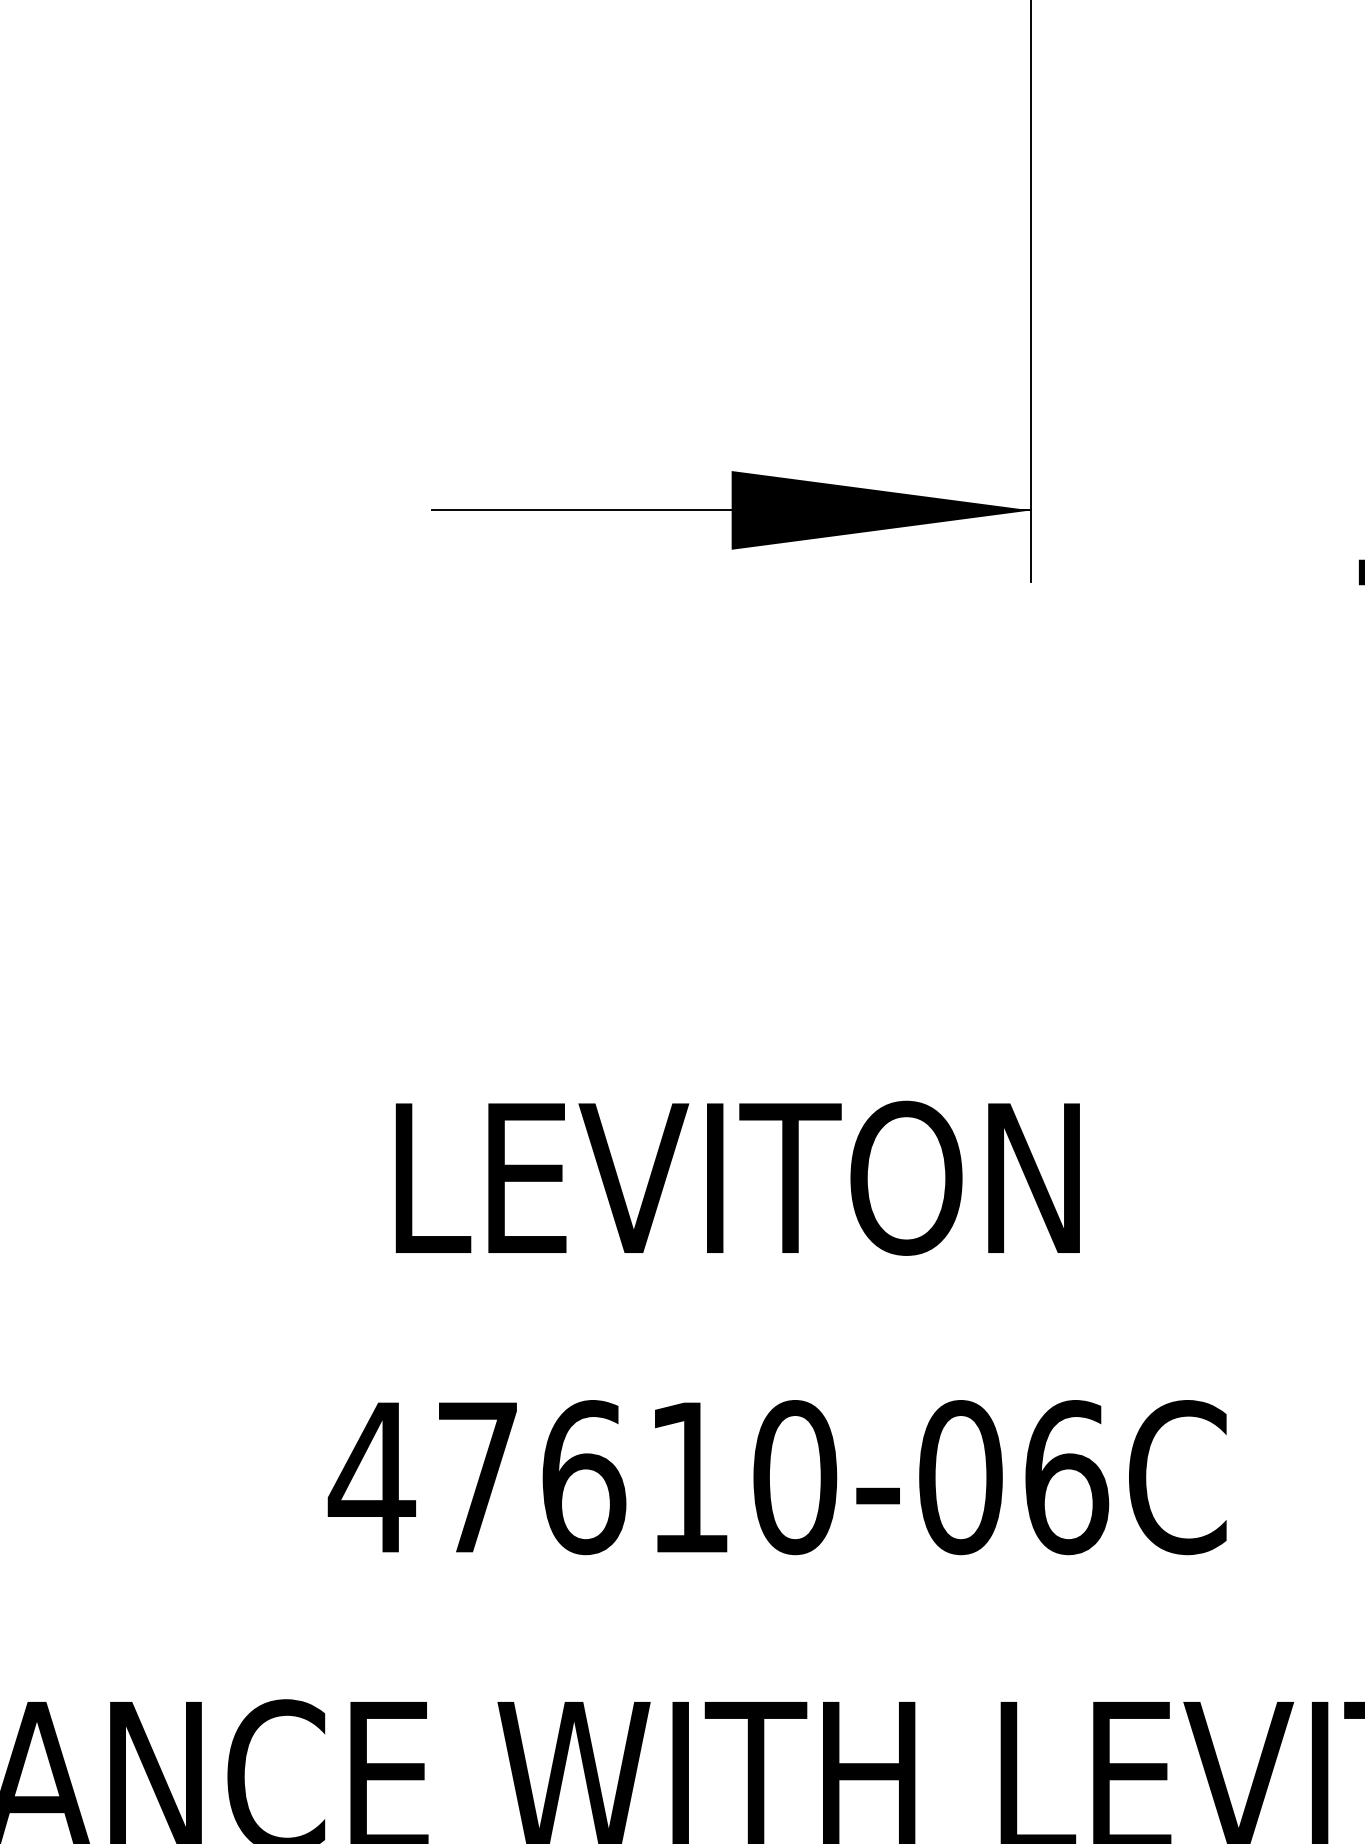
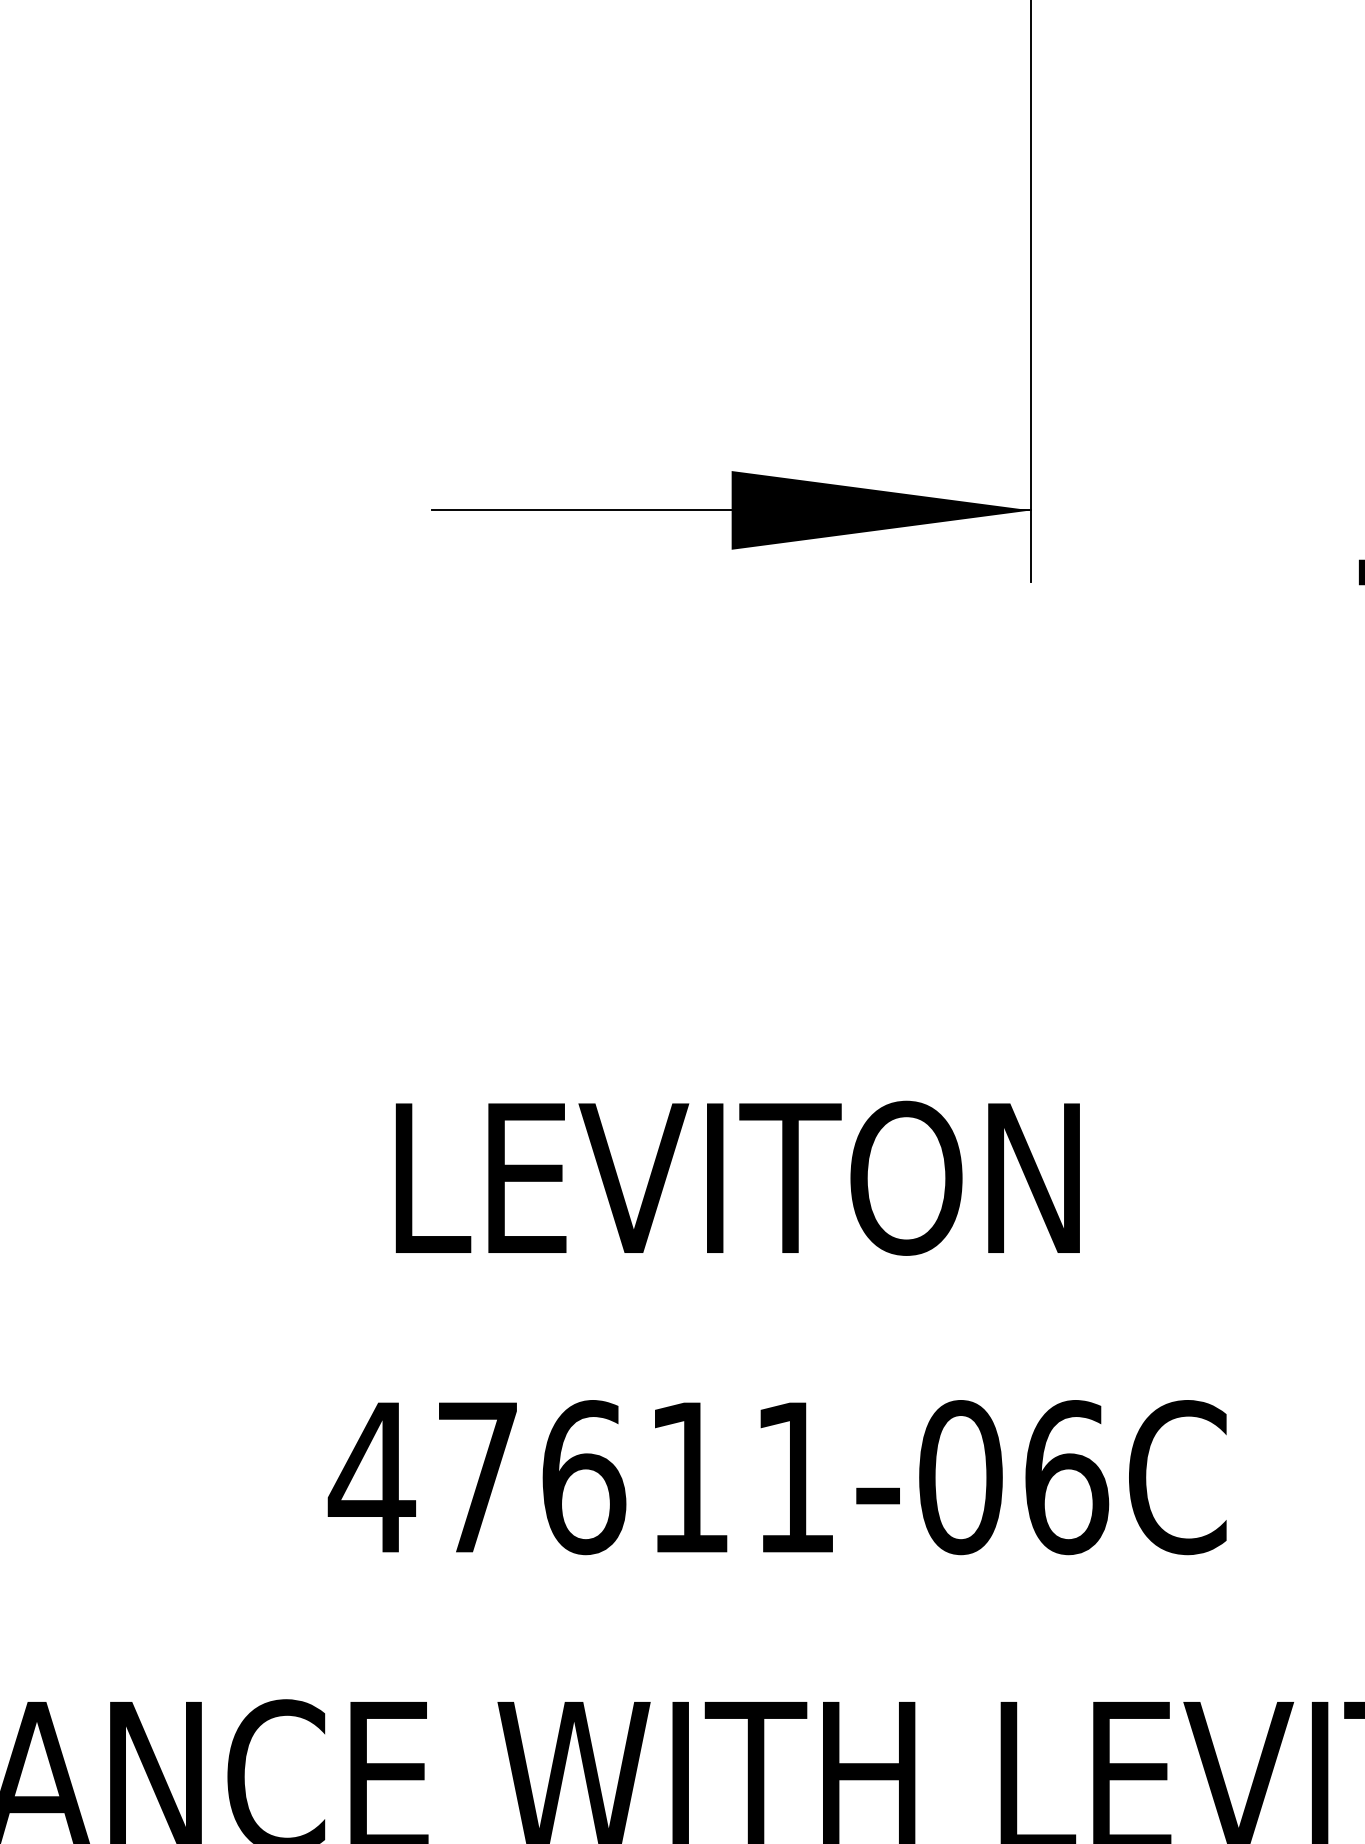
text at (795, 1477): 47610-06C -> 47611-06C
